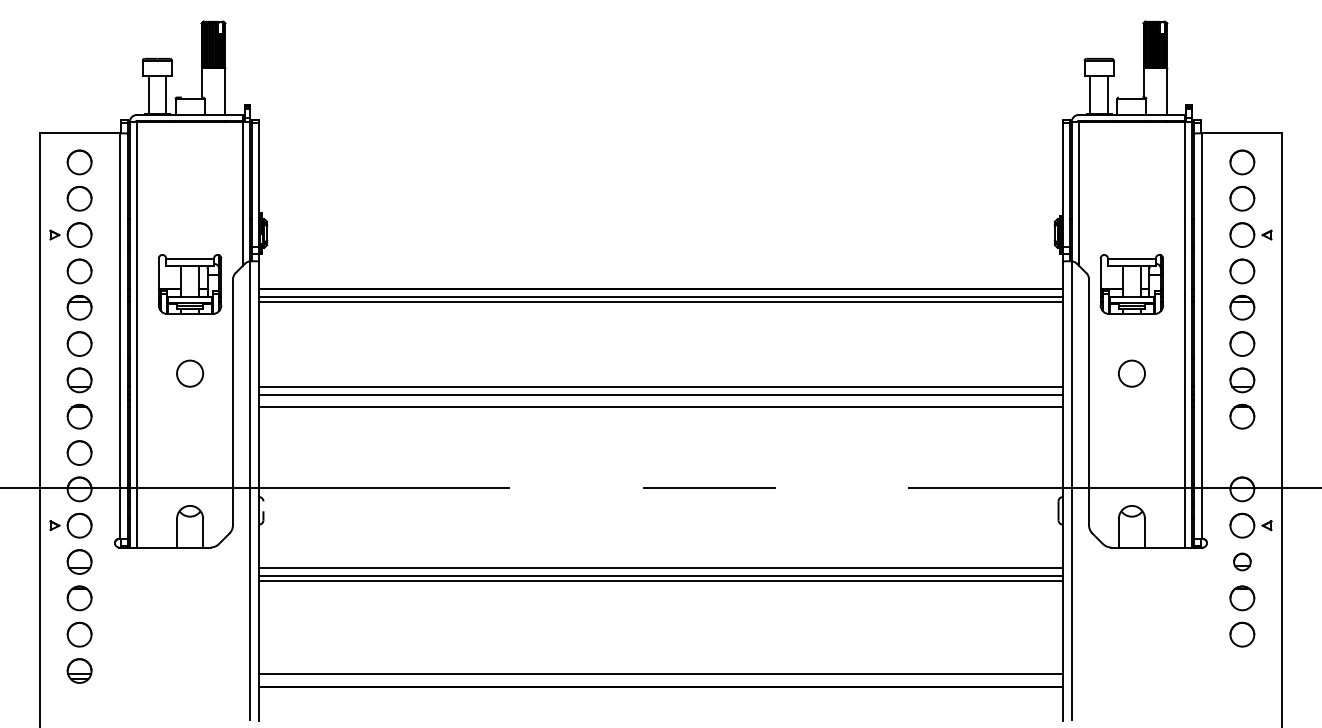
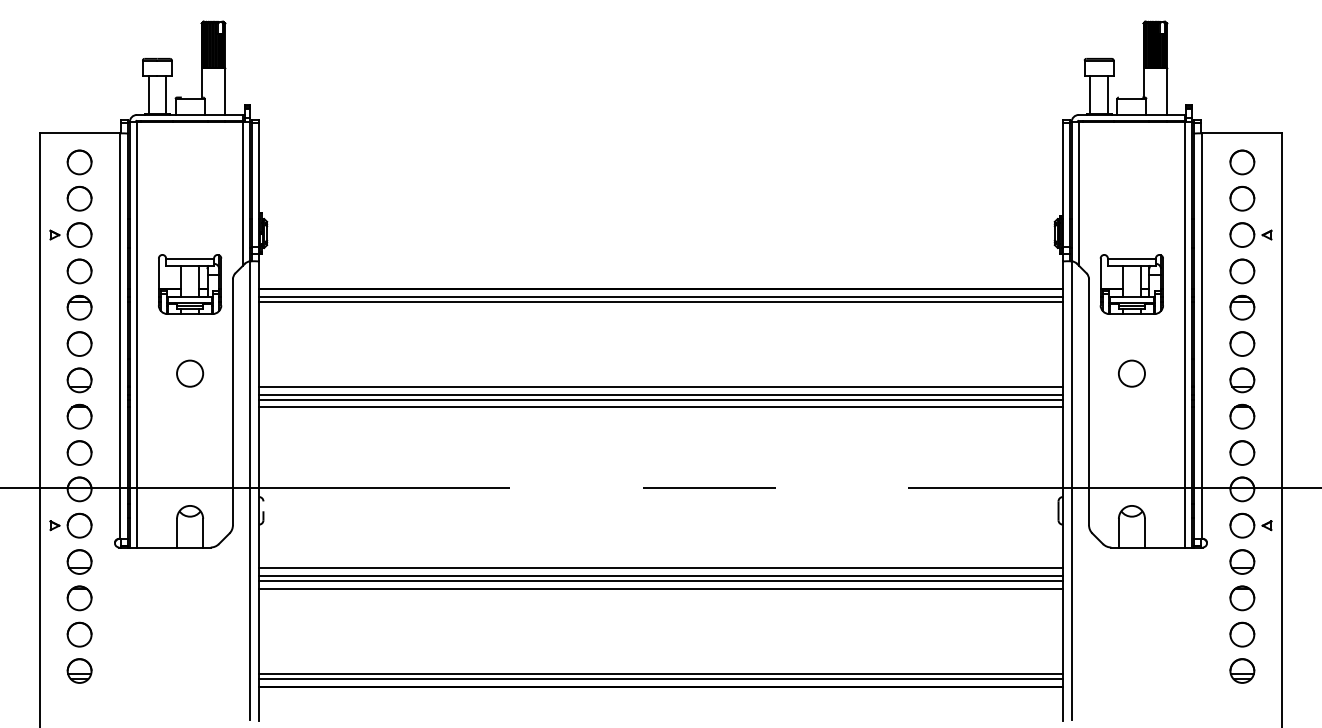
line at (660, 399): none -> present
part at (1242, 452): none -> present
part at (1242, 561) size: 19x20 px -> 27x26 px
line at (660, 588): none -> present
part at (1242, 670): none -> present
line at (660, 679): none -> present
